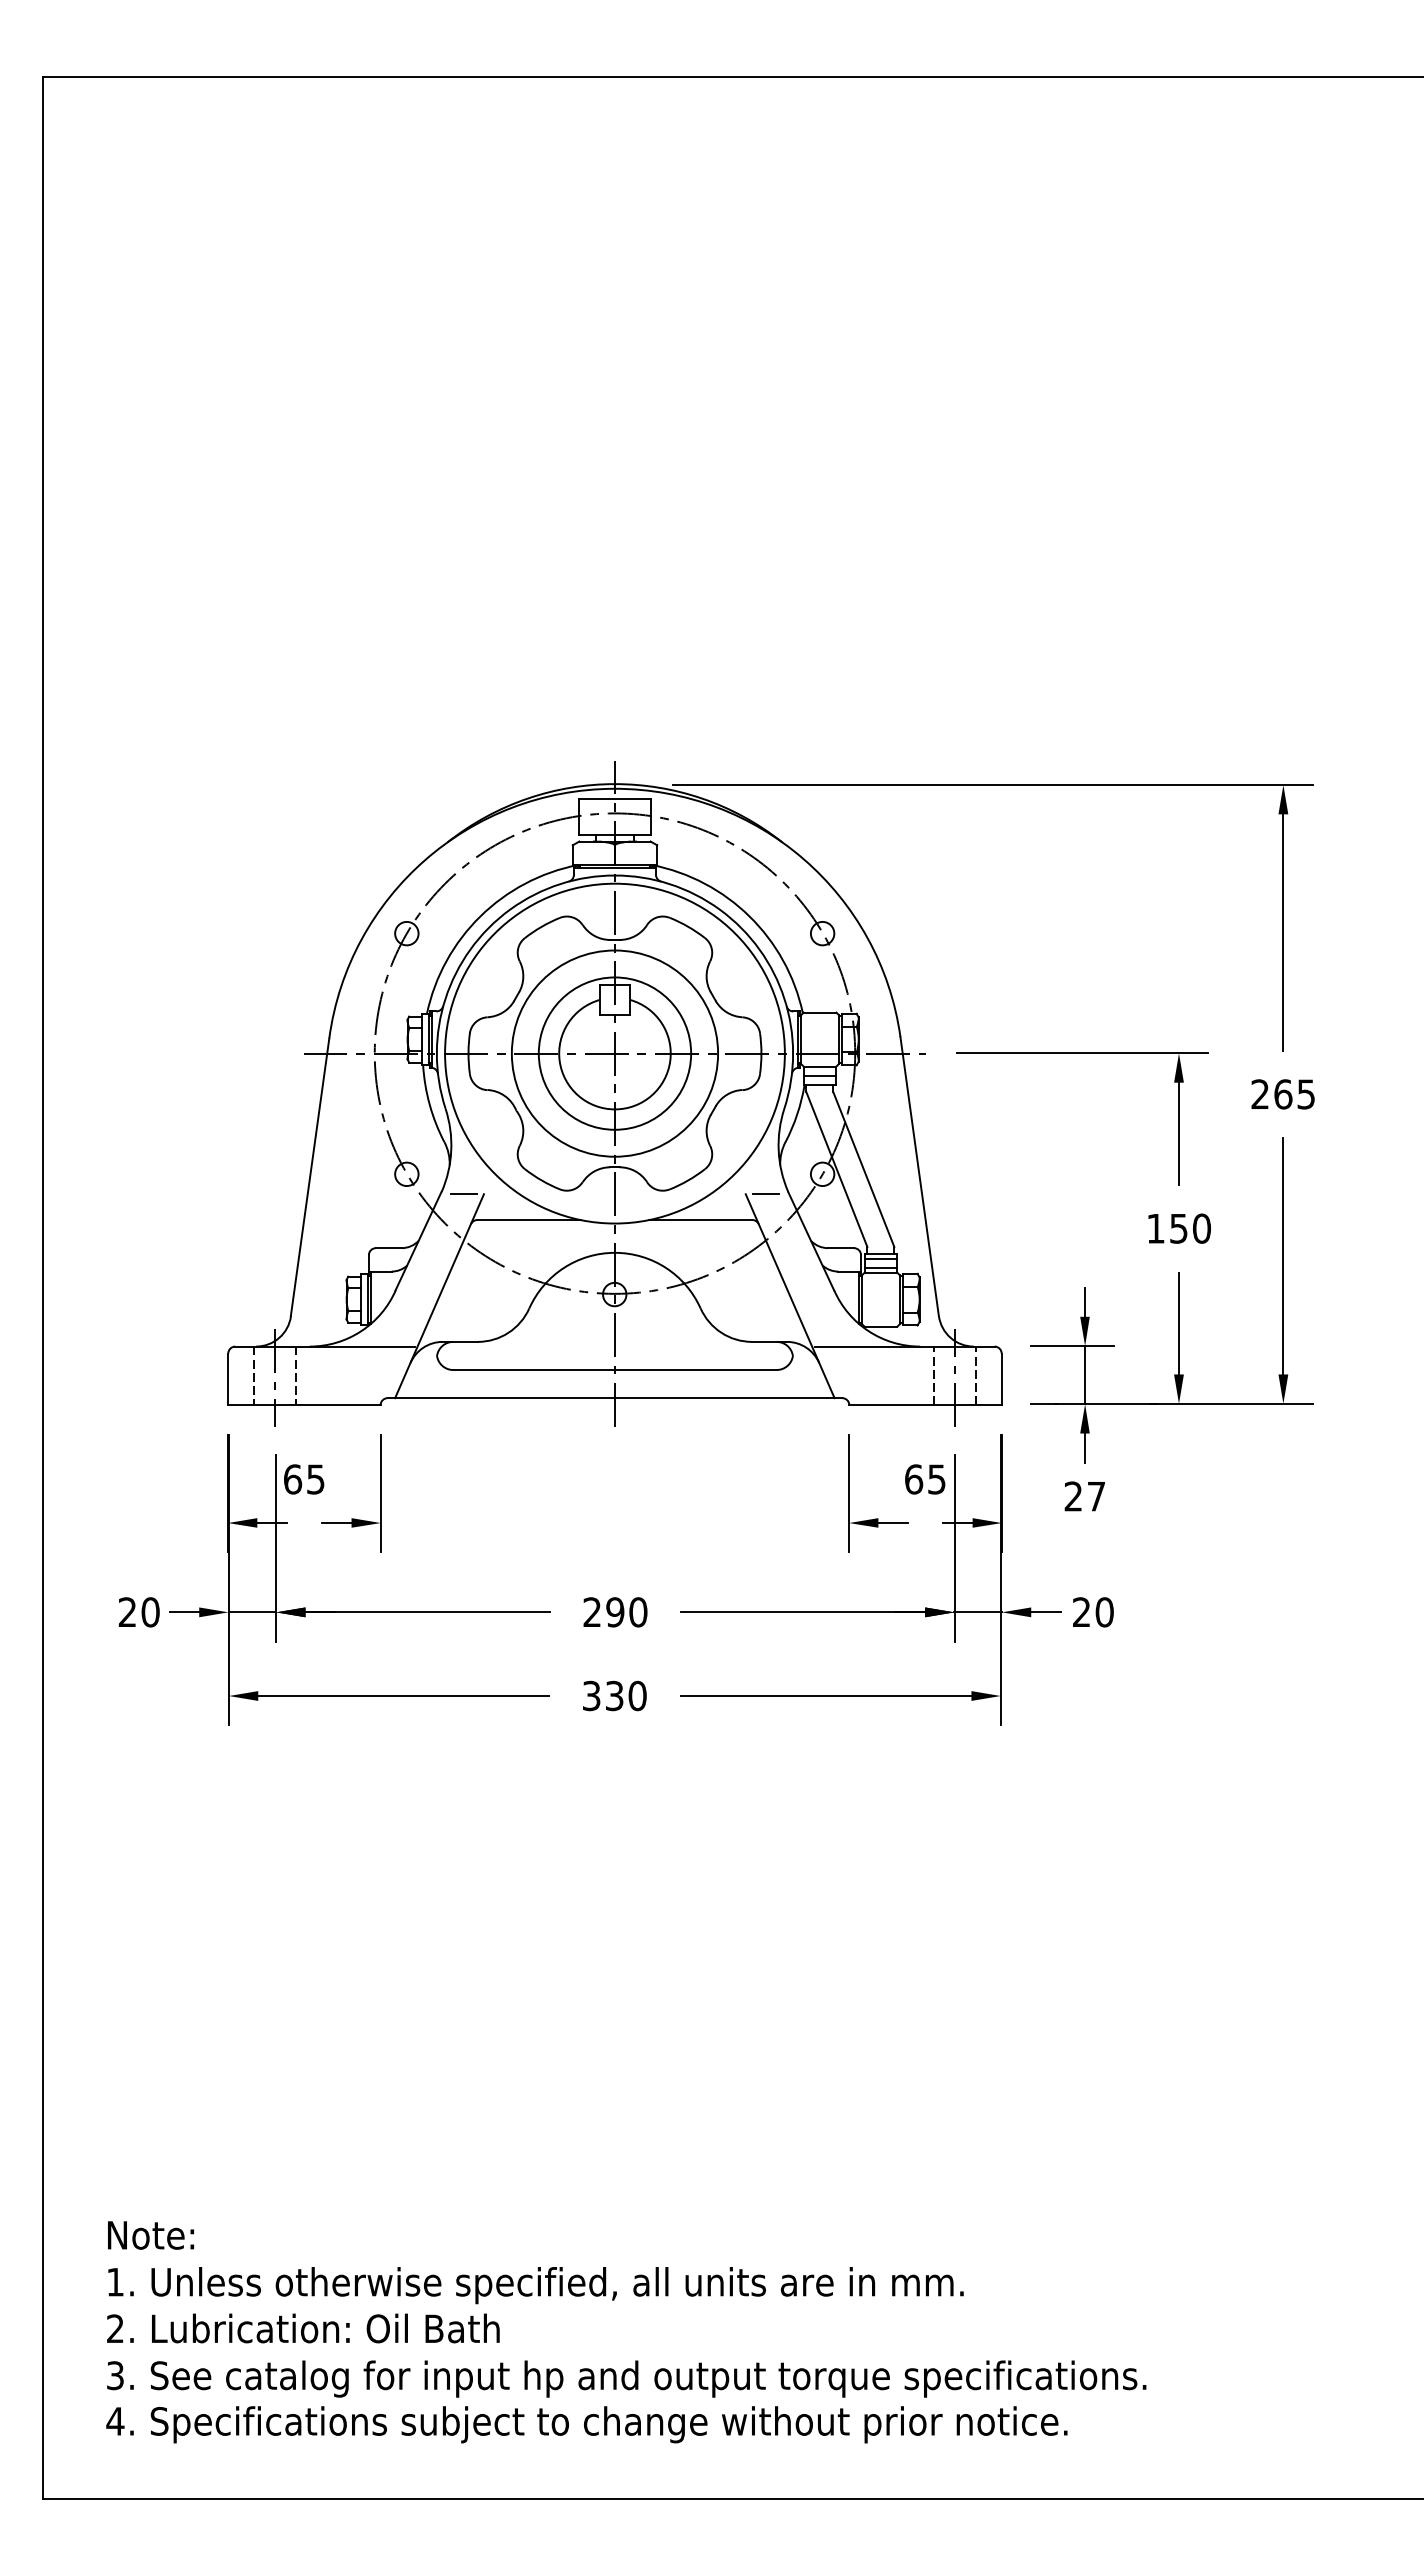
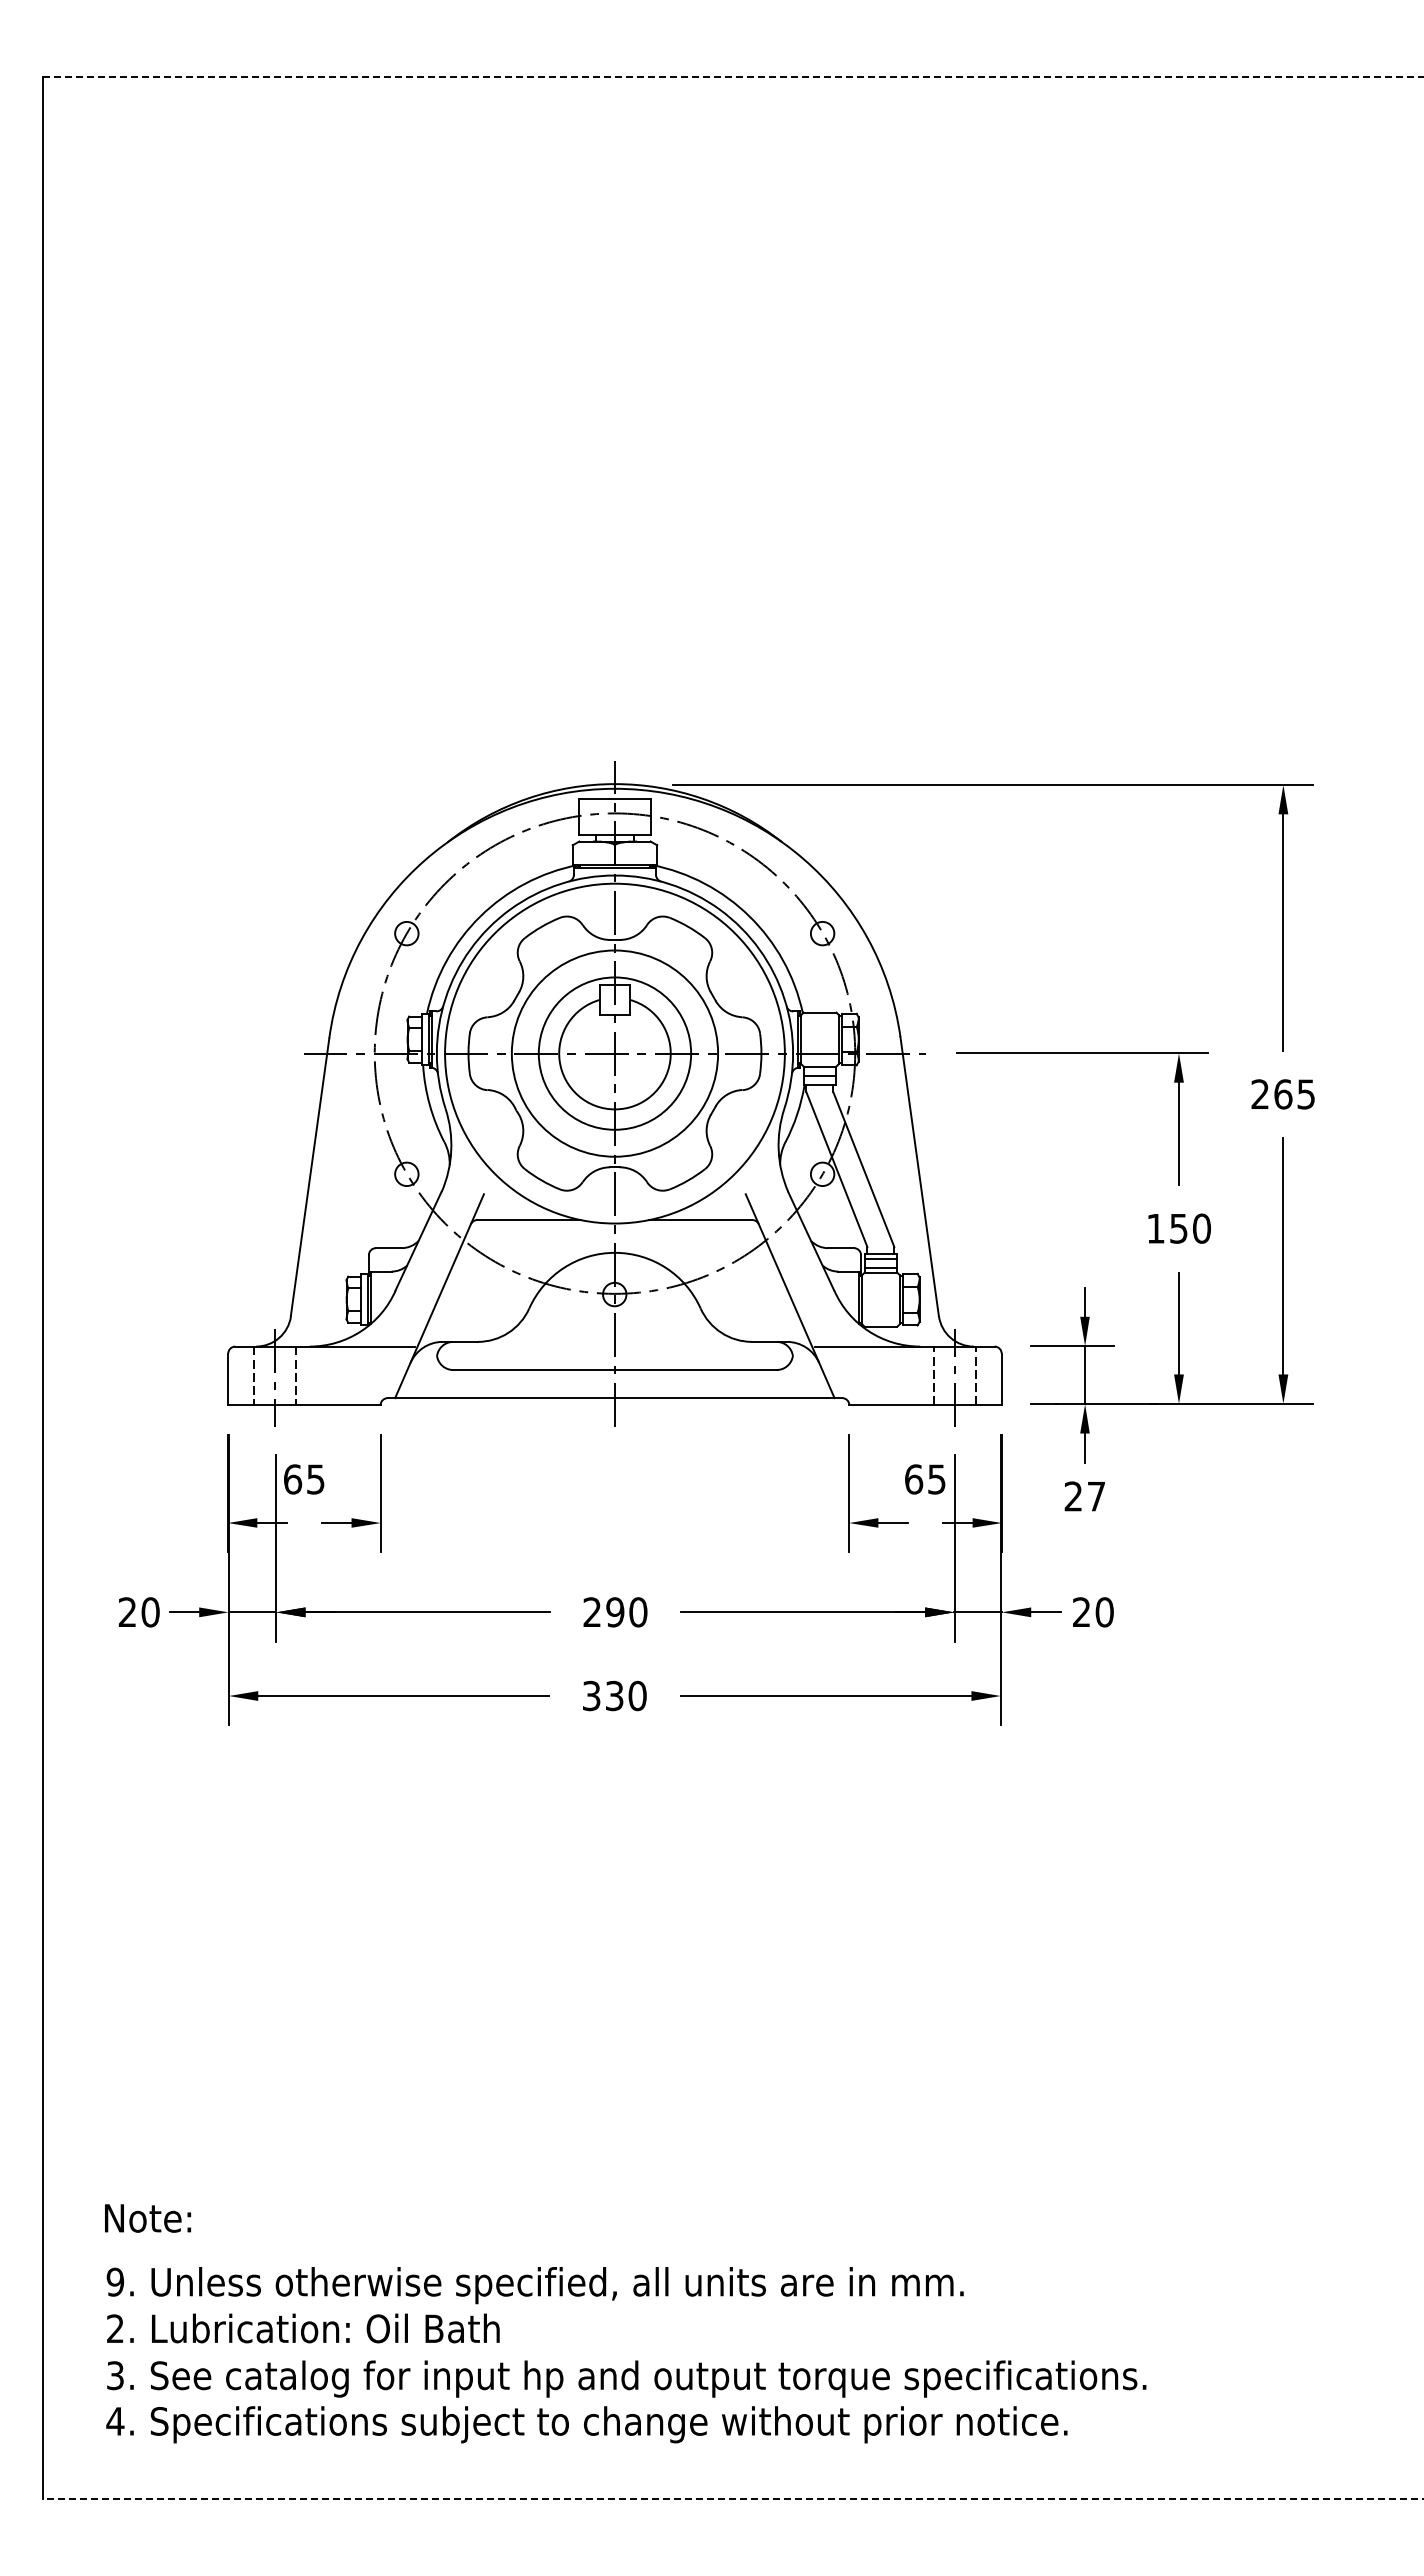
line at (733, 77): solid -> dashed
line at (464, 1194): present -> none
line at (765, 1194): present -> none
text at (150, 2235) position: (150, 2235) -> (147, 2218)
text at (115, 2281): 1. -> 9.
line at (732, 2498): solid -> dashed
